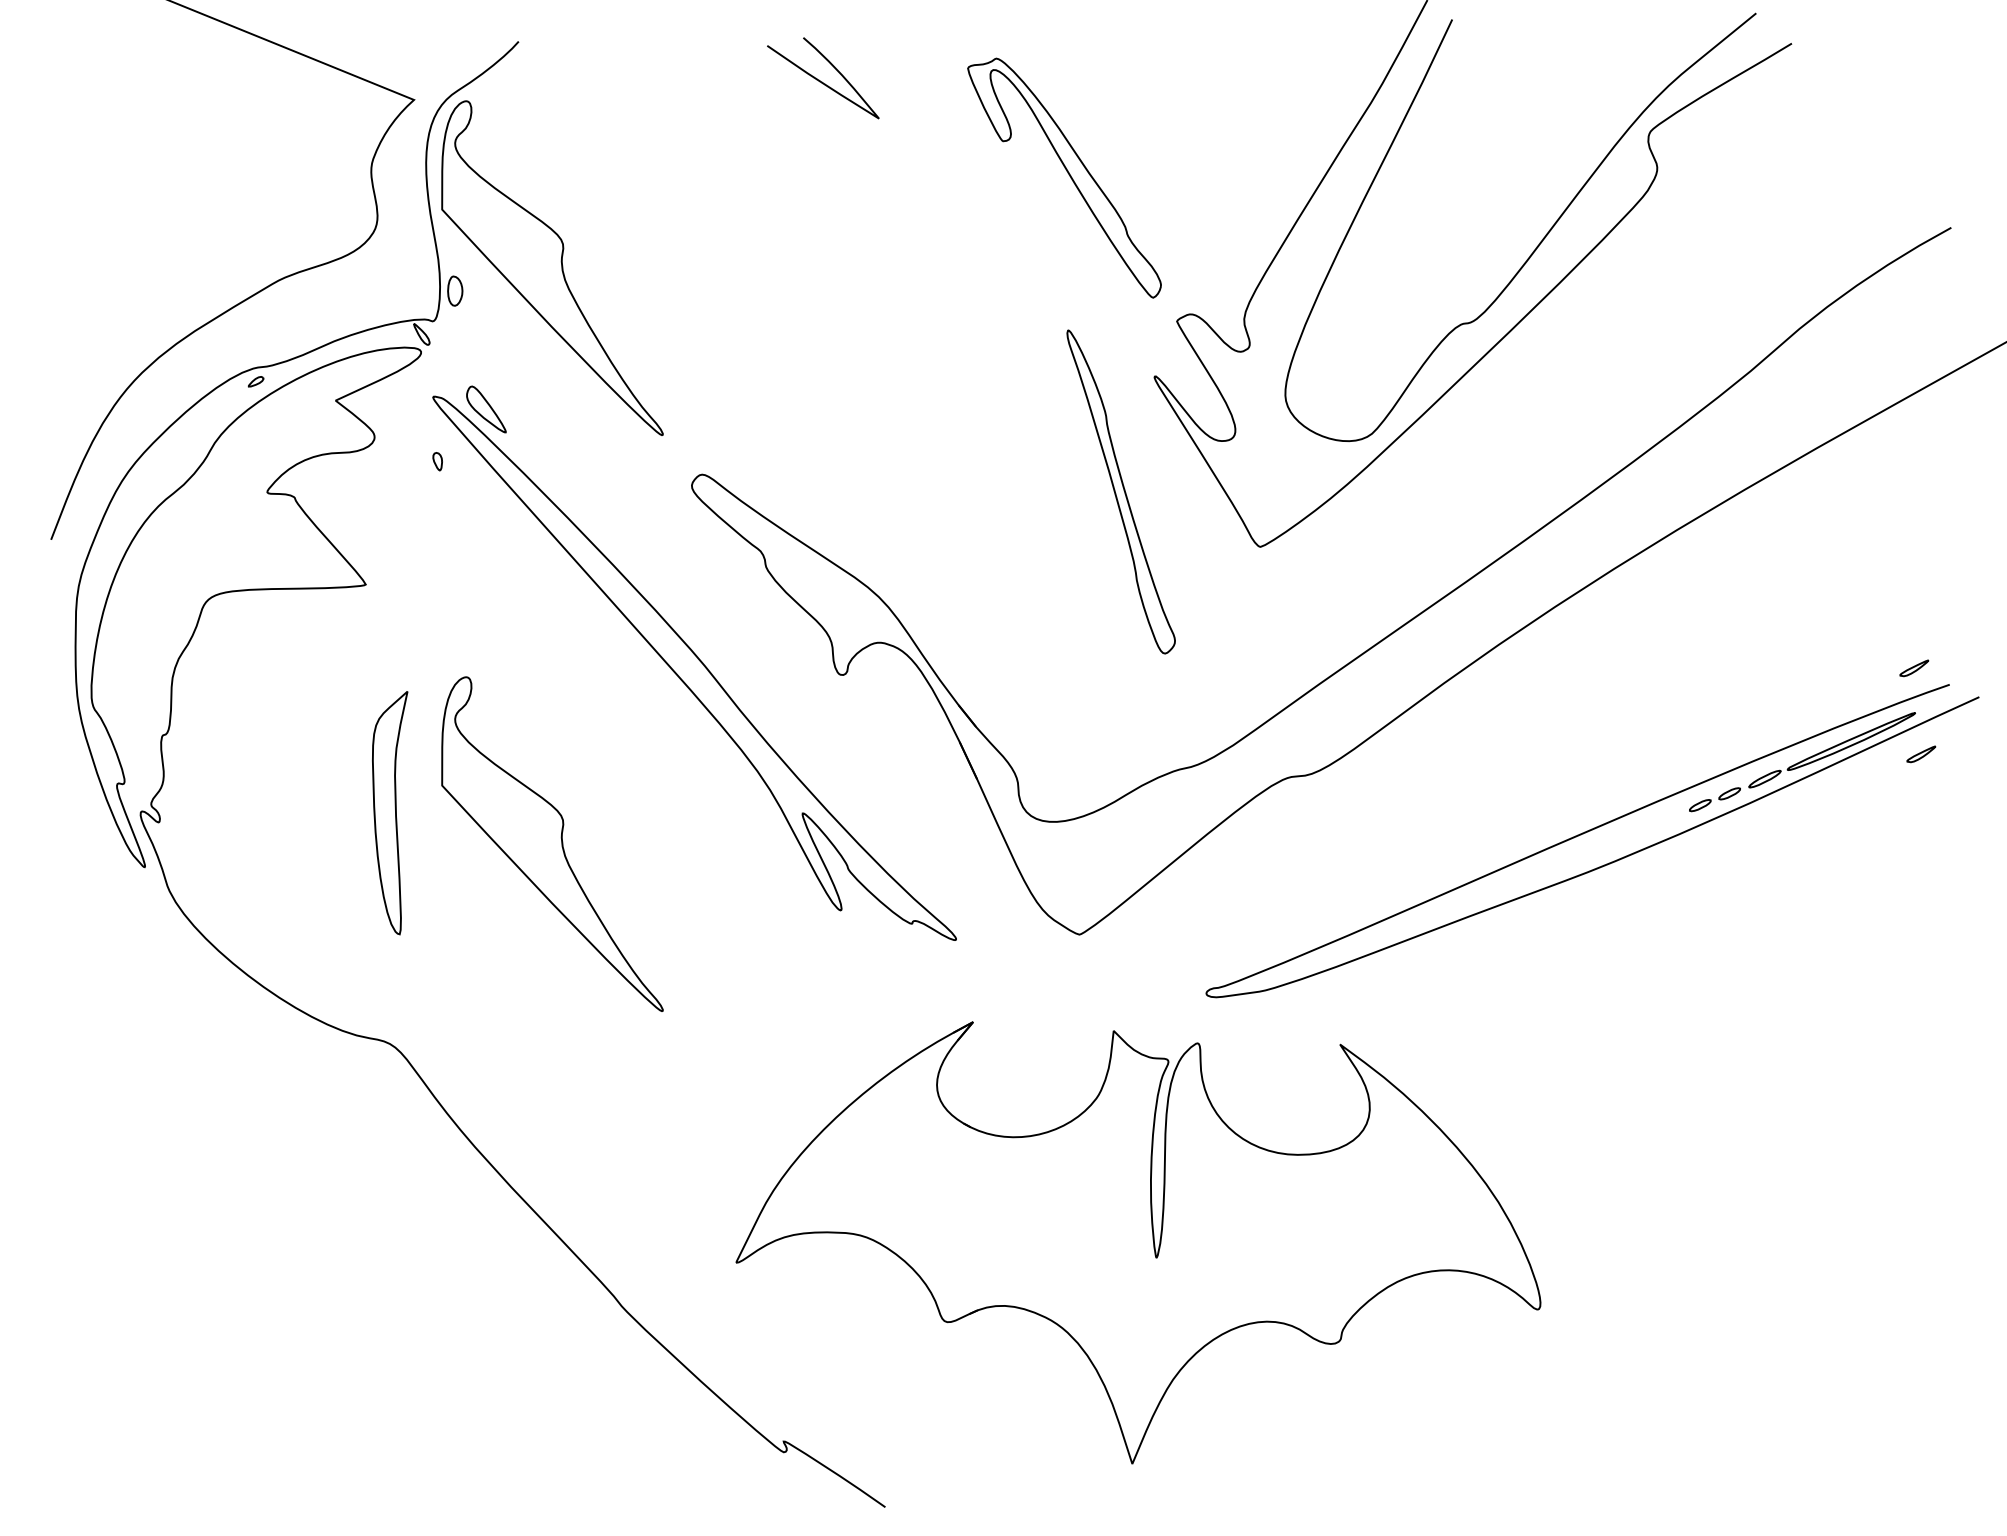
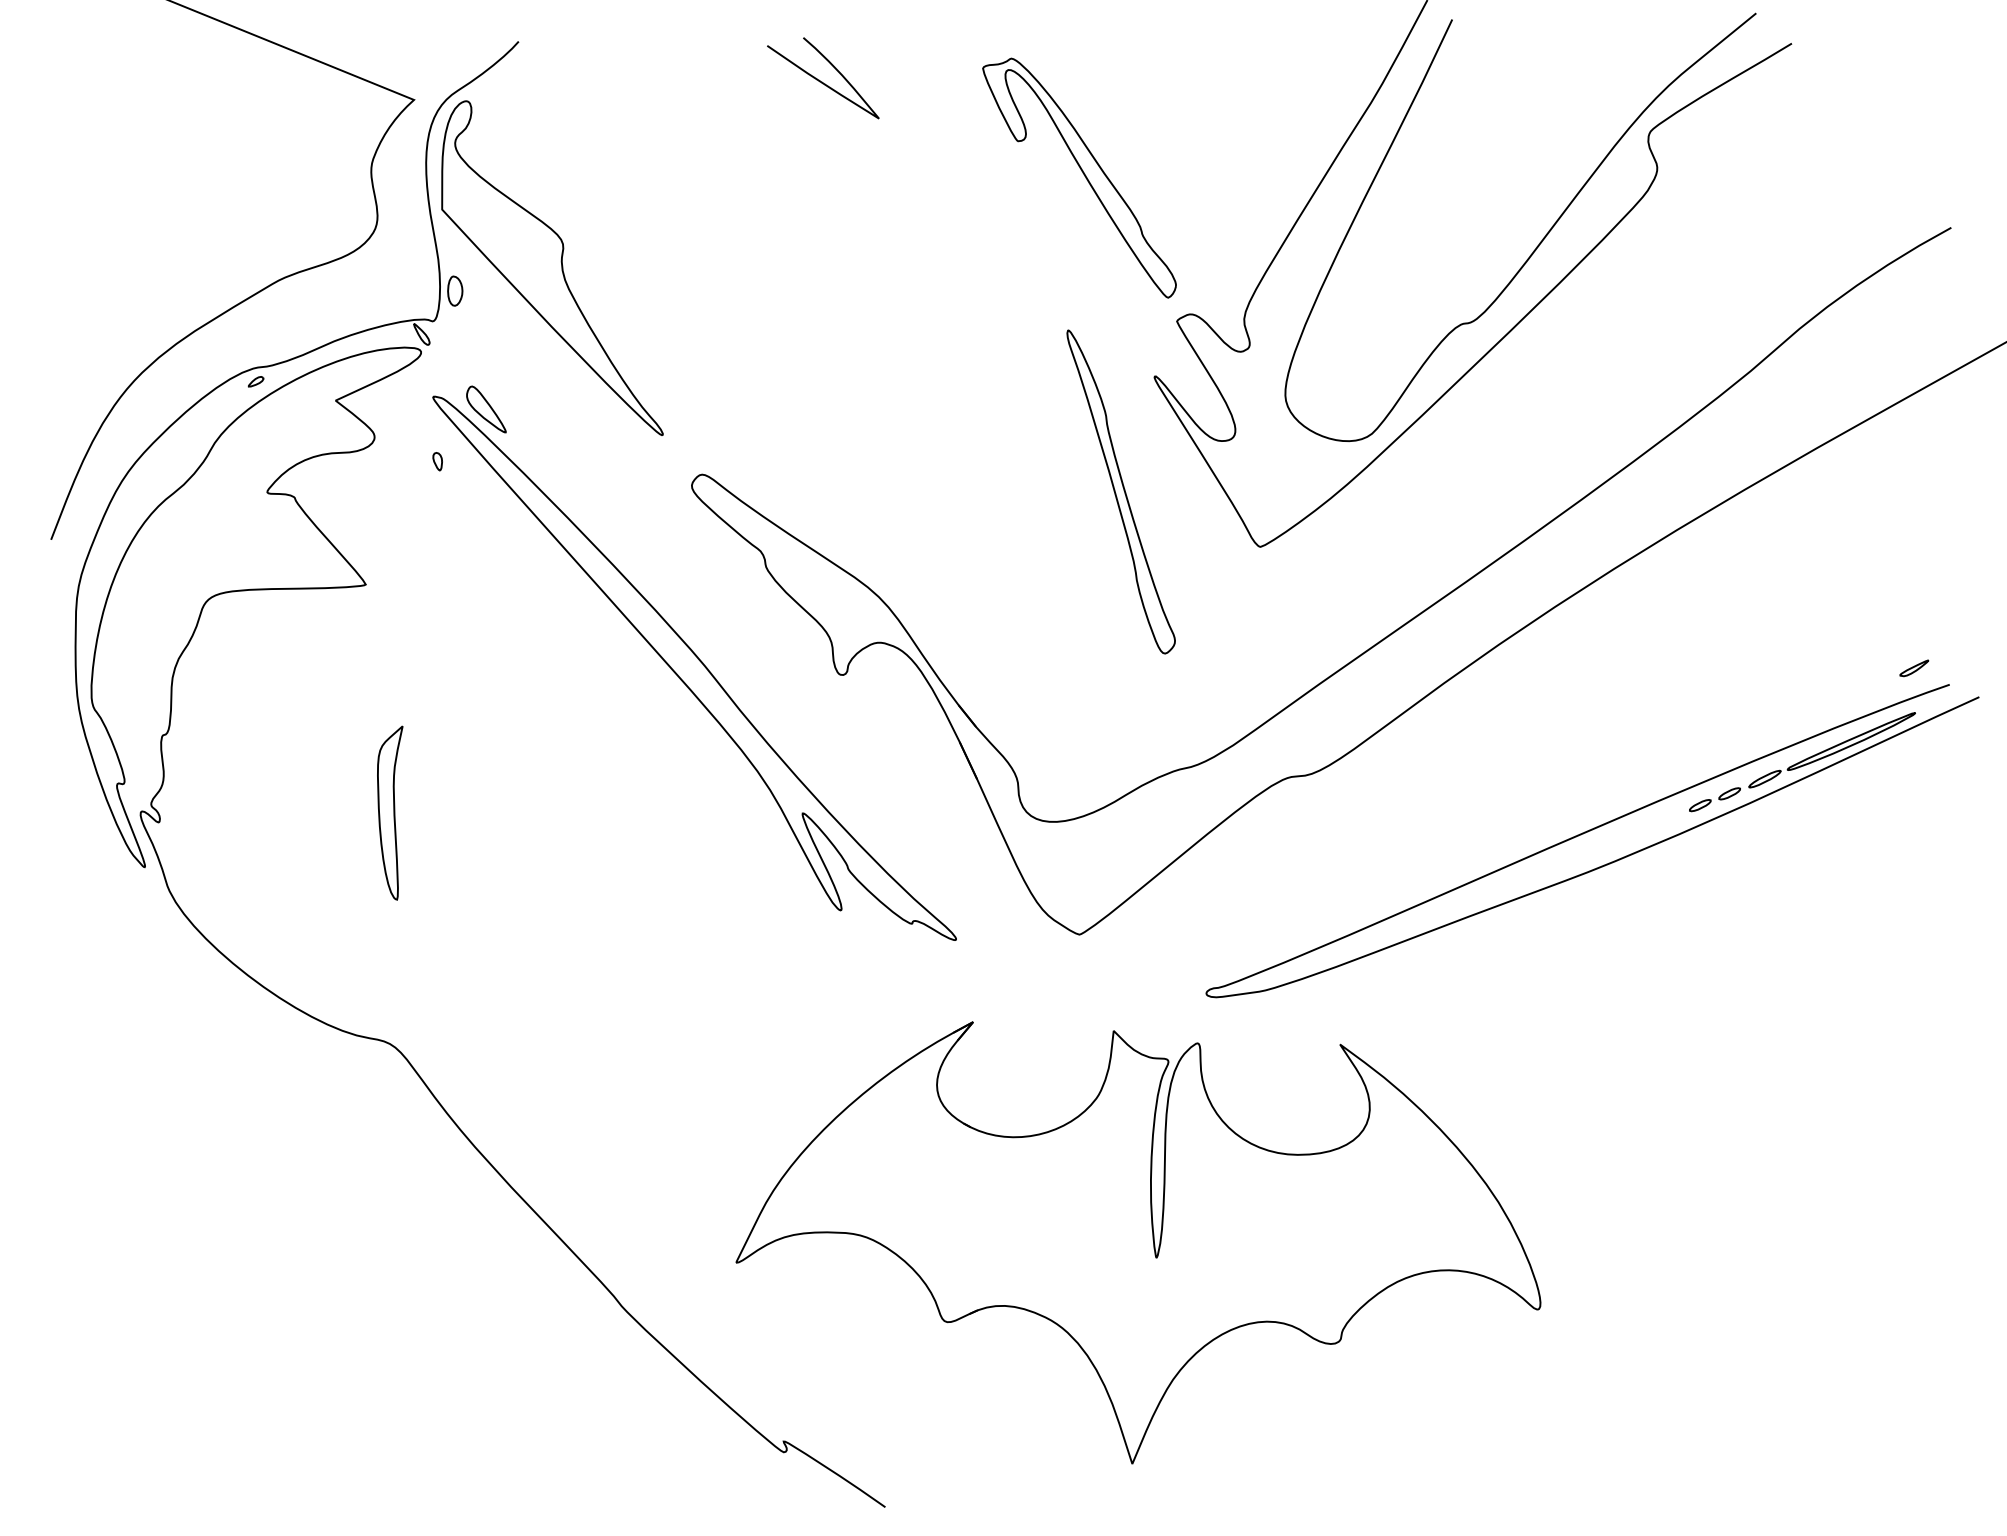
part at (1064, 177) position: (1064, 177) -> (1079, 177)
part at (1921, 754): present -> none
part at (390, 813) size: 37x245 px -> 27x176 px
part at (552, 843): present -> none
